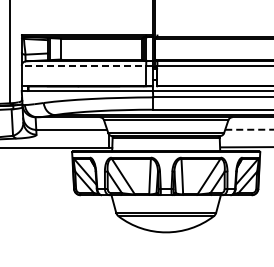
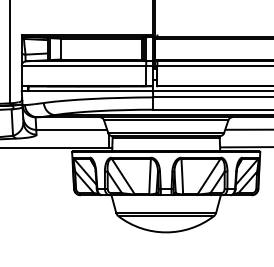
line at (87, 65): dashed -> solid
arc at (250, 129): dashed -> solid
